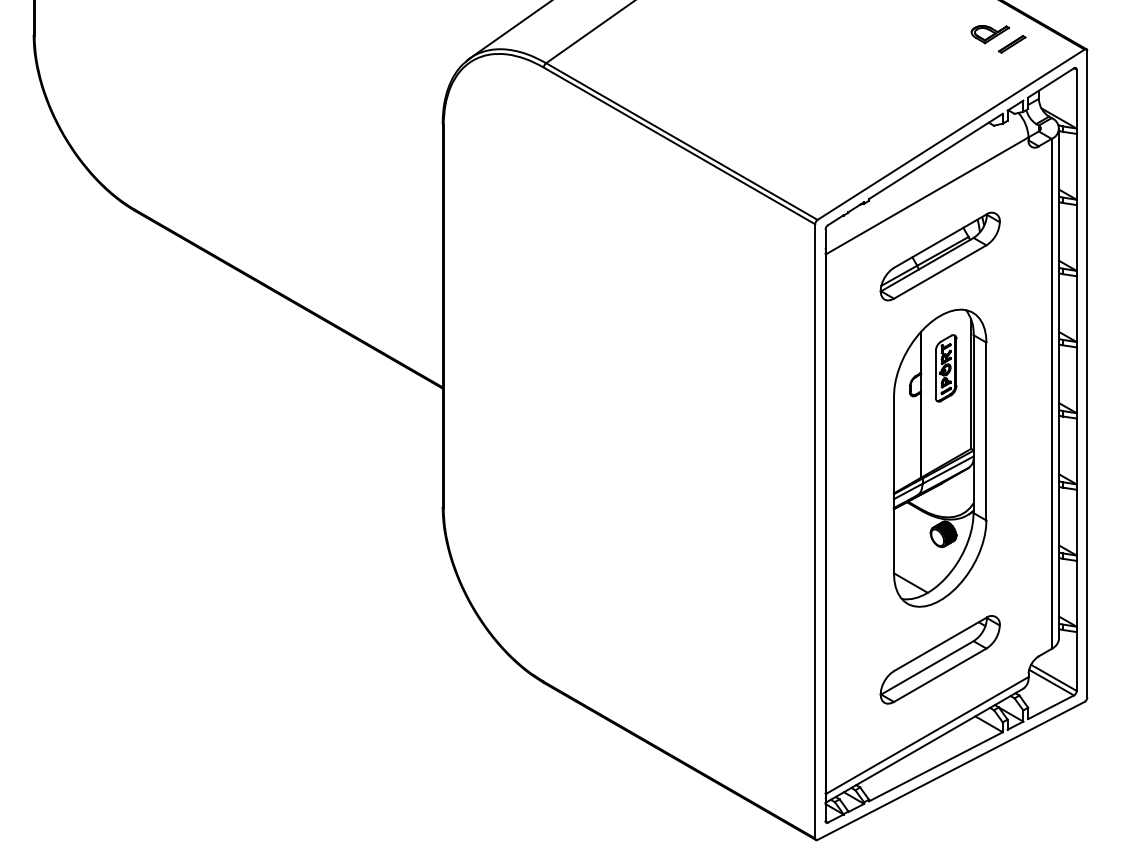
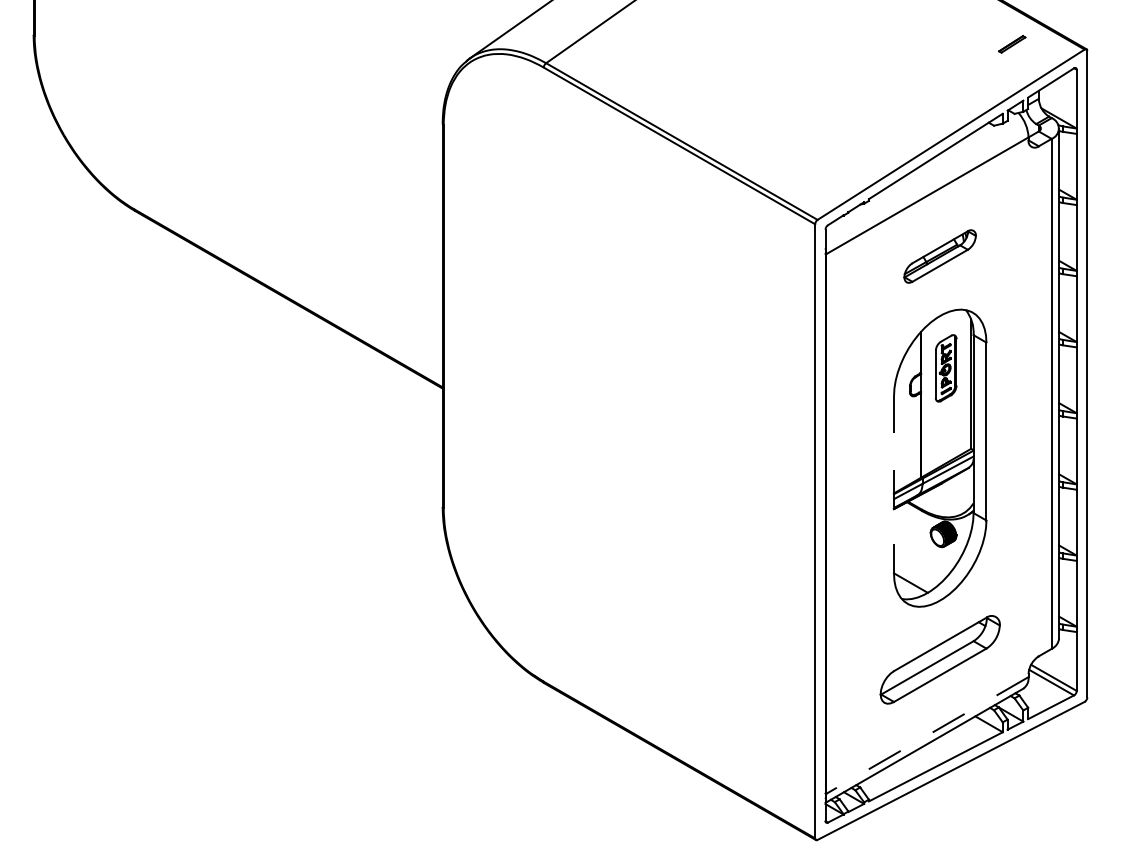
part at (989, 34): present -> none
part at (939, 256) size: 122x91 px -> 74x55 px
line at (894, 484): solid -> dashed
line at (927, 735): solid -> dashed
